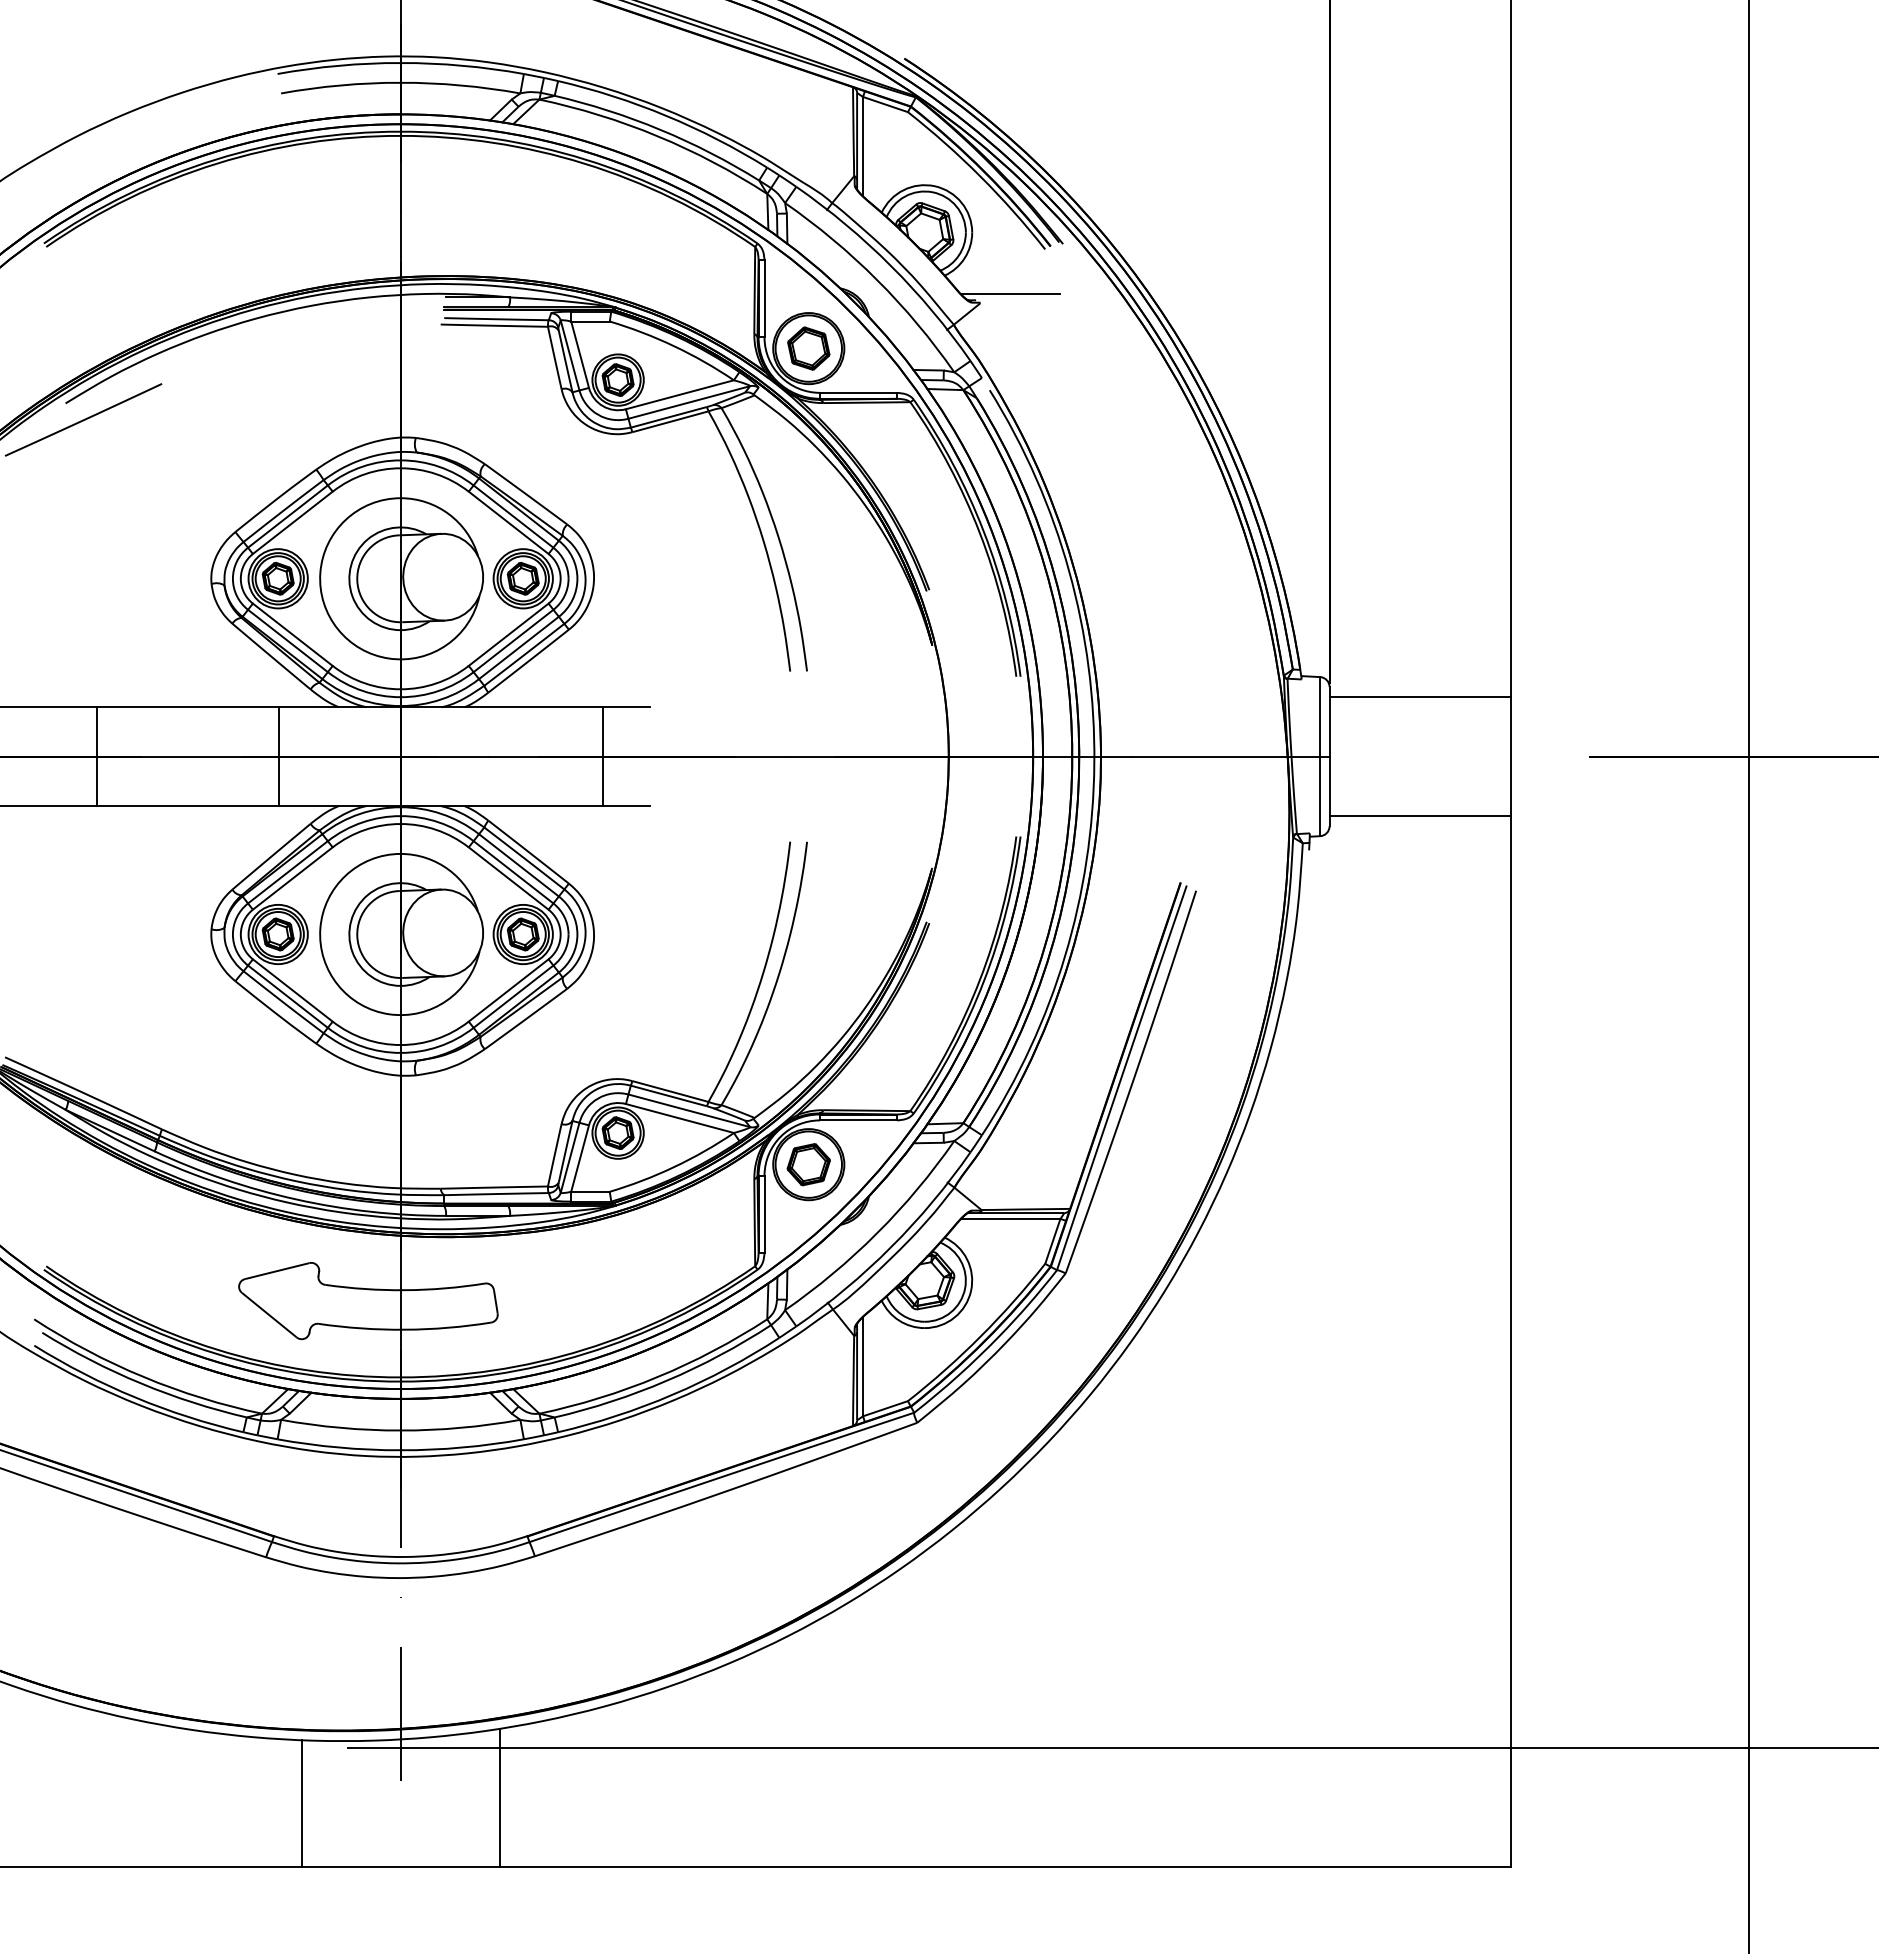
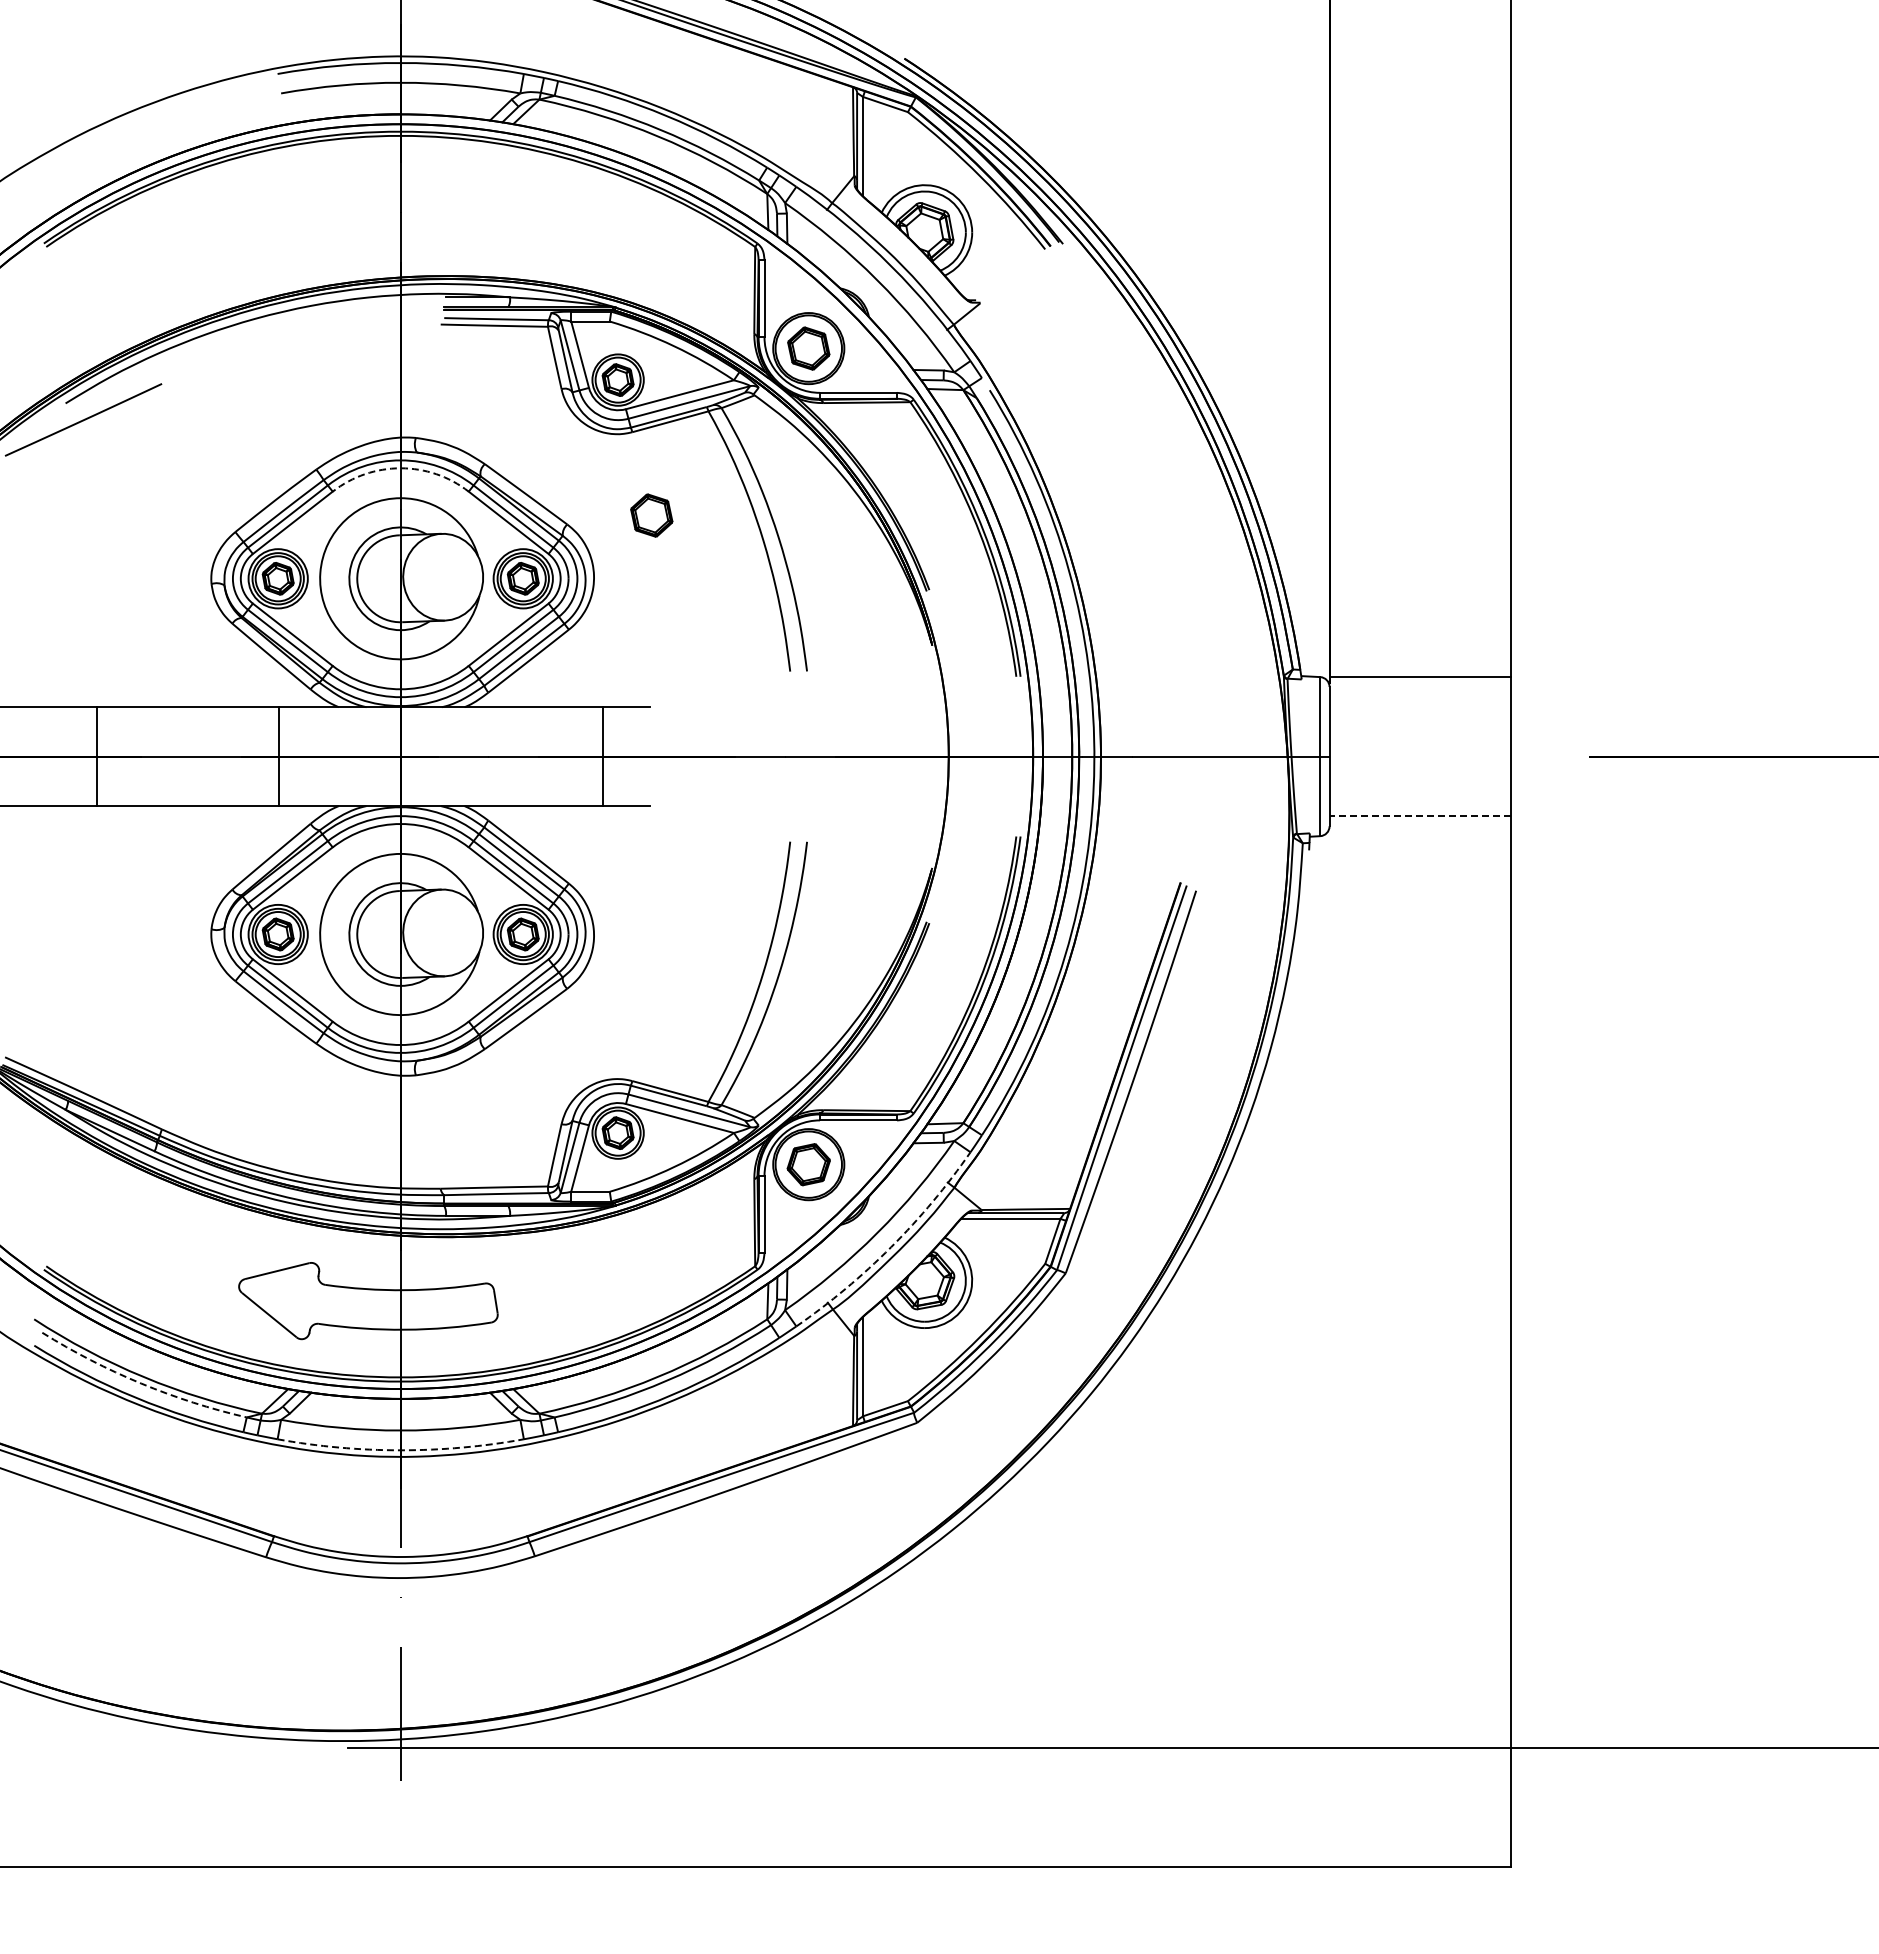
line at (1010, 294): present -> none
arc at (400, 468): solid -> dashed
part at (651, 515): none -> present
line at (1420, 697) position: (1420, 697) -> (1420, 677)
line at (1420, 815): solid -> dashed
line at (1748, 976): present -> none
arc at (891, 1247): solid -> dashed
arc at (141, 1383): solid -> dashed
arc at (400, 1450): solid -> dashed
line at (499, 1797): present -> none
line at (301, 1803): present -> none
